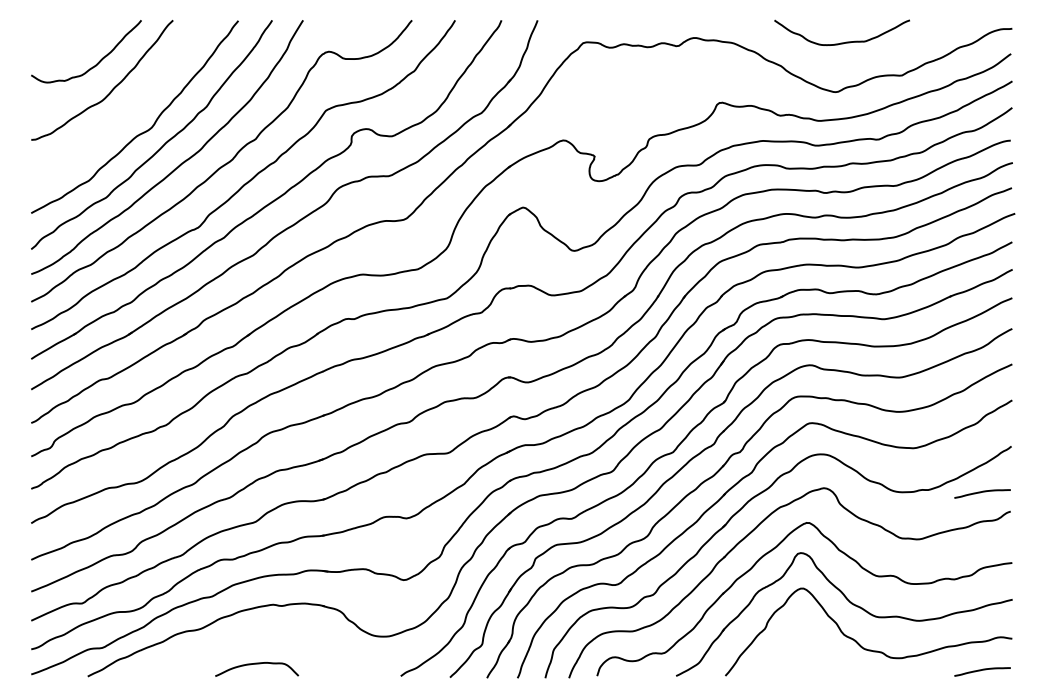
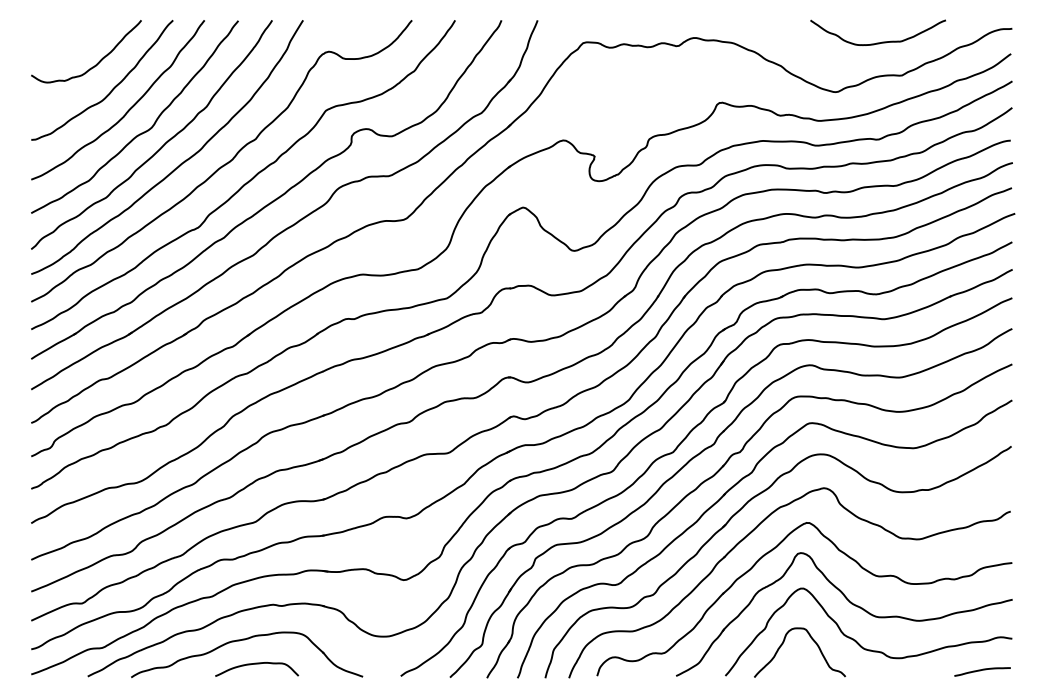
curve at (841, 42) position: (841, 42) -> (877, 42)
curve at (127, 110): none -> present
curve at (982, 492): present -> none
curve at (811, 639): none -> present
part at (245, 640): none -> present
